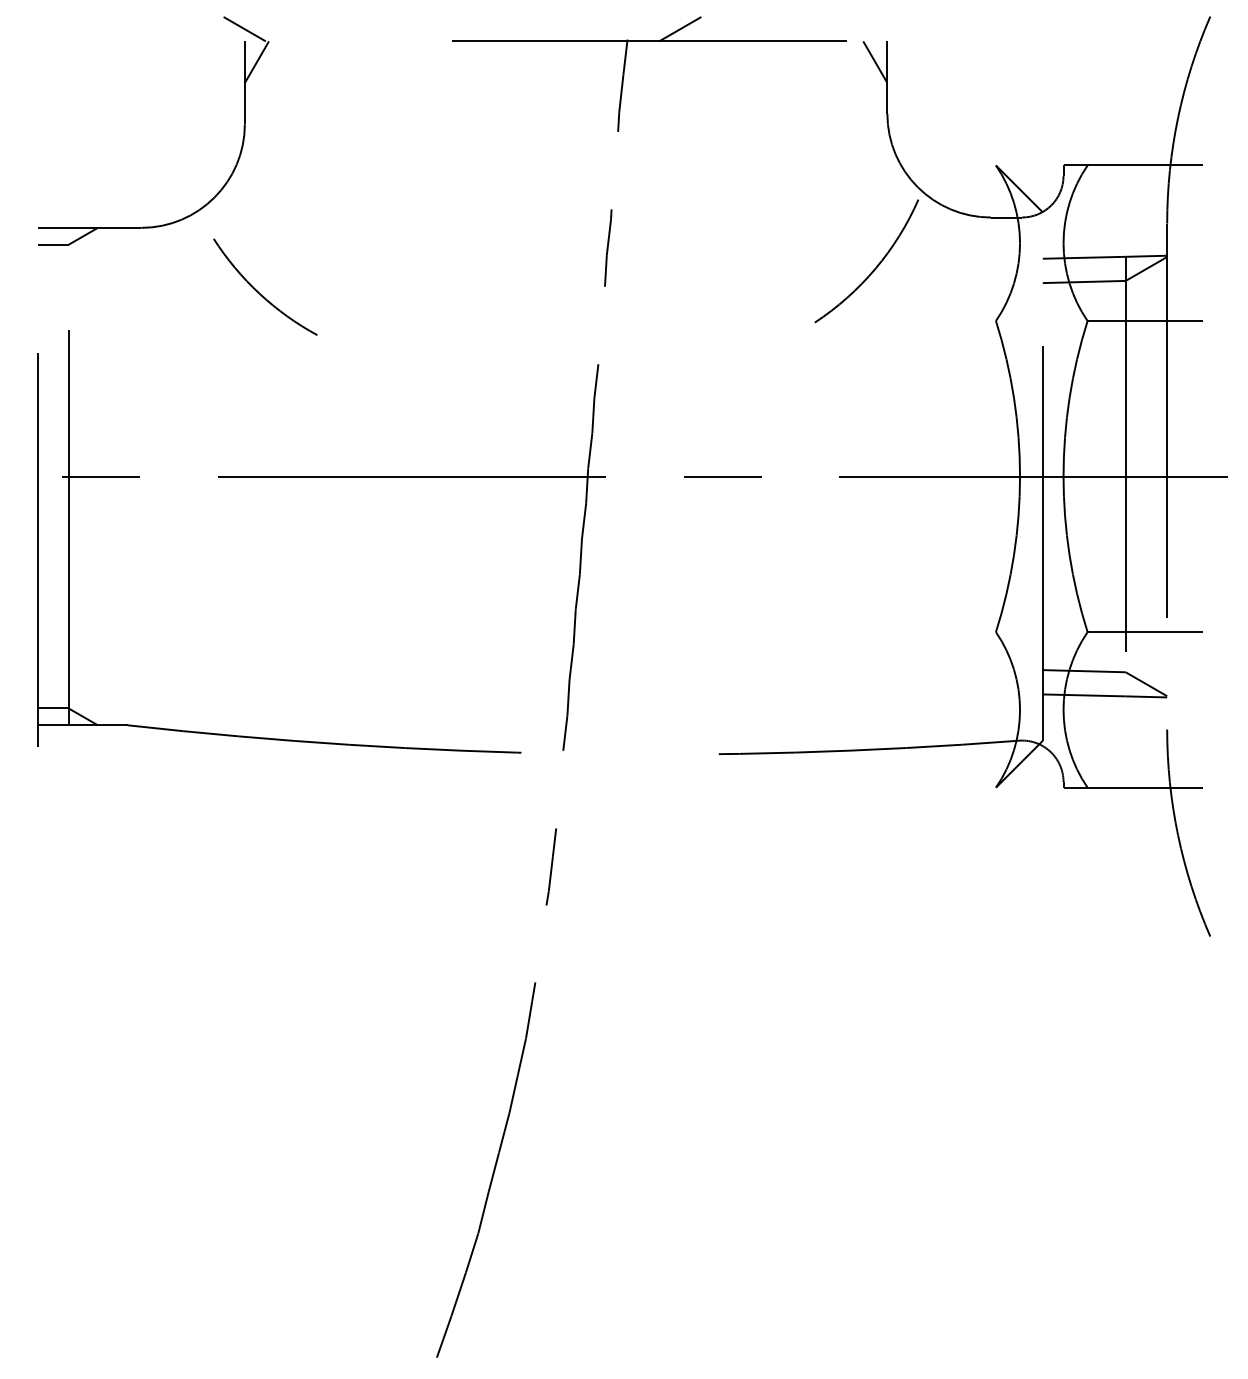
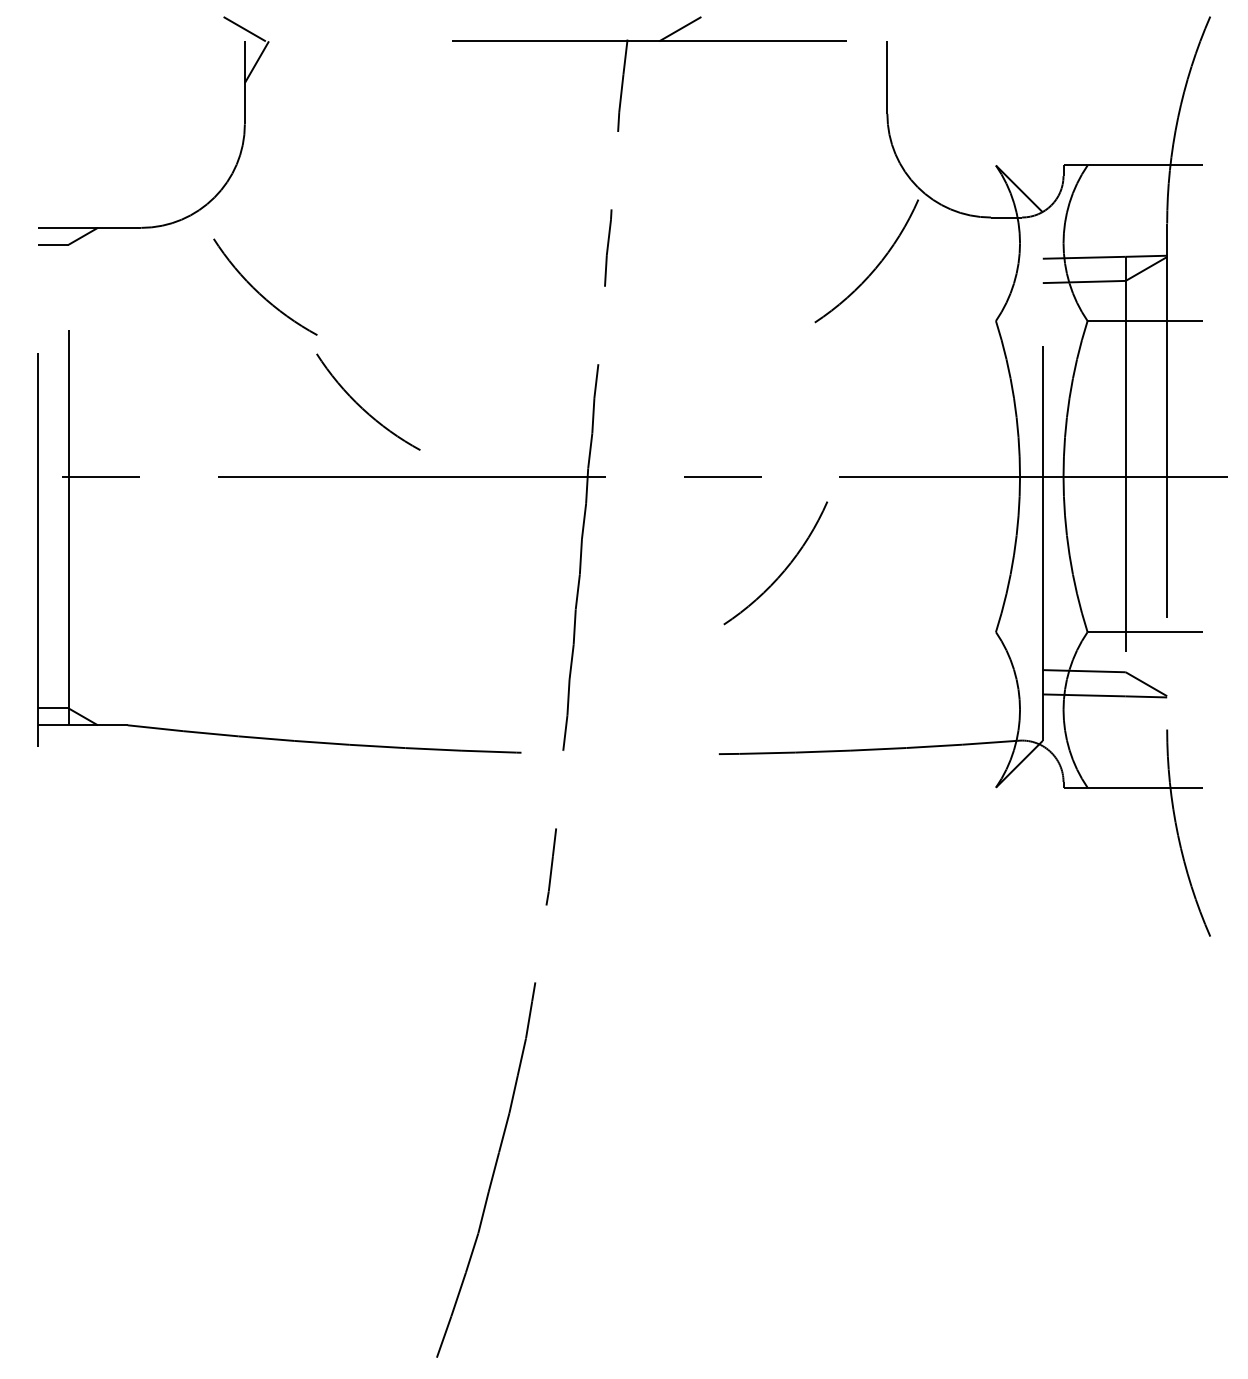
line at (875, 62): present -> none
arc at (362, 407): none -> present
arc at (783, 570): none -> present
